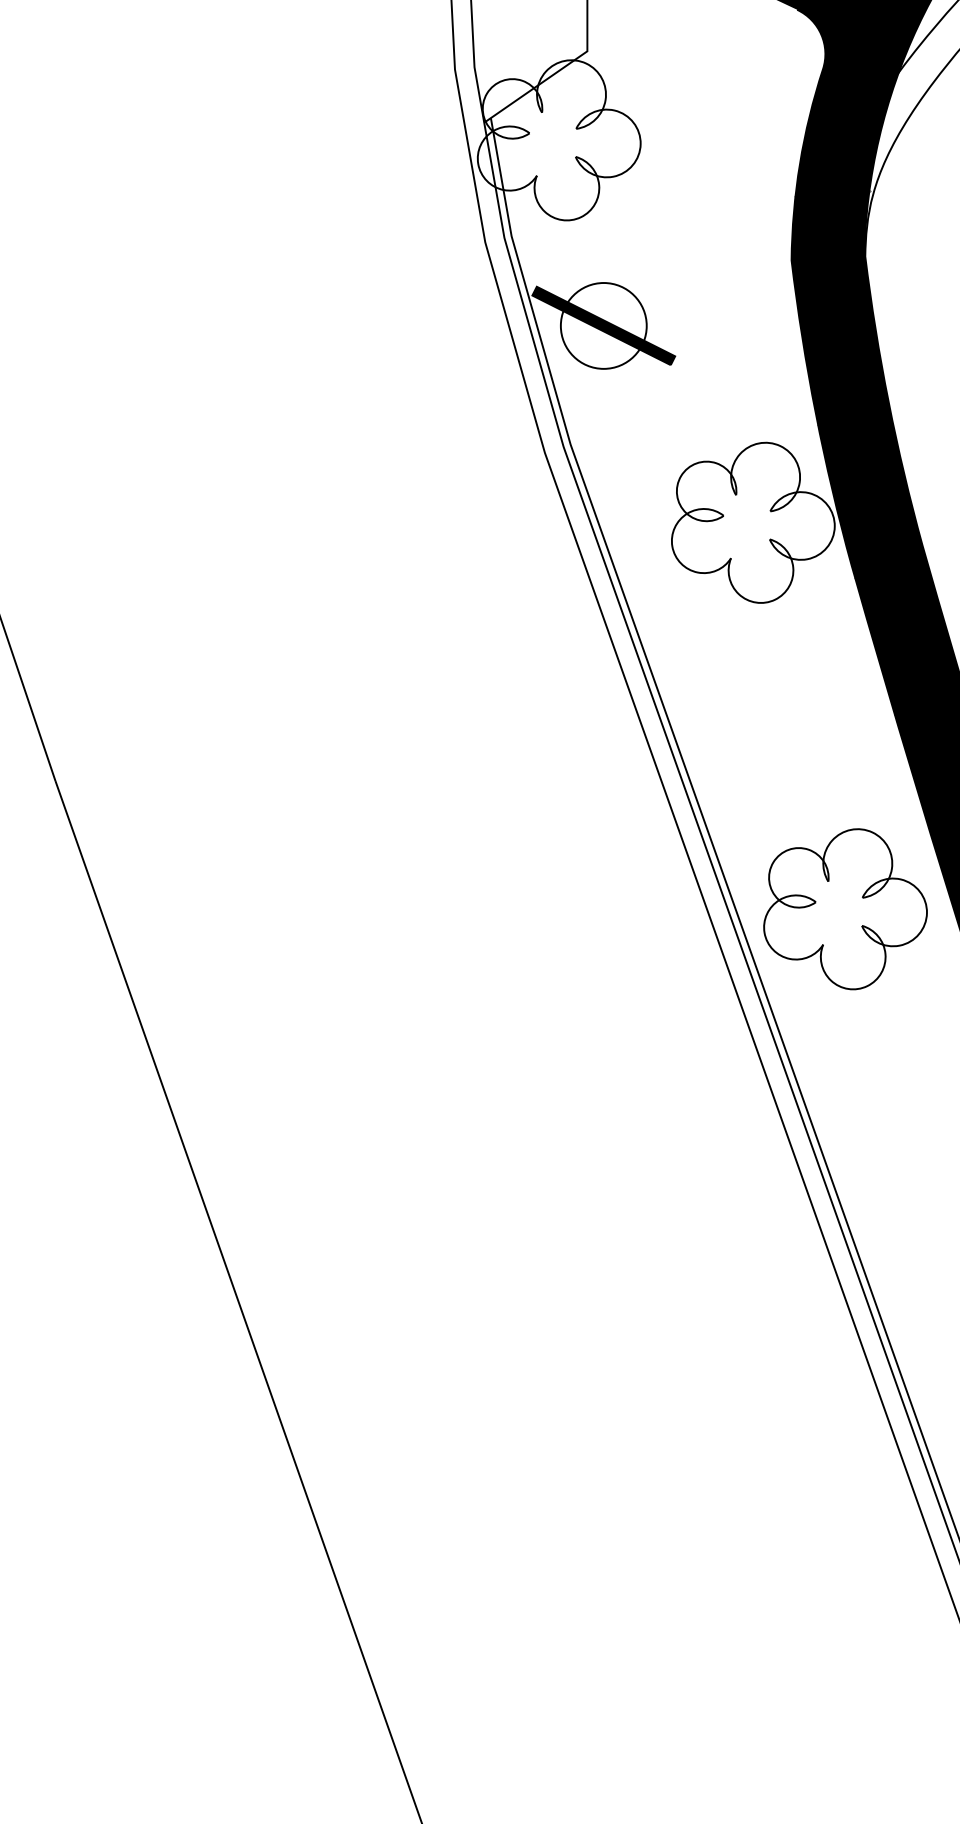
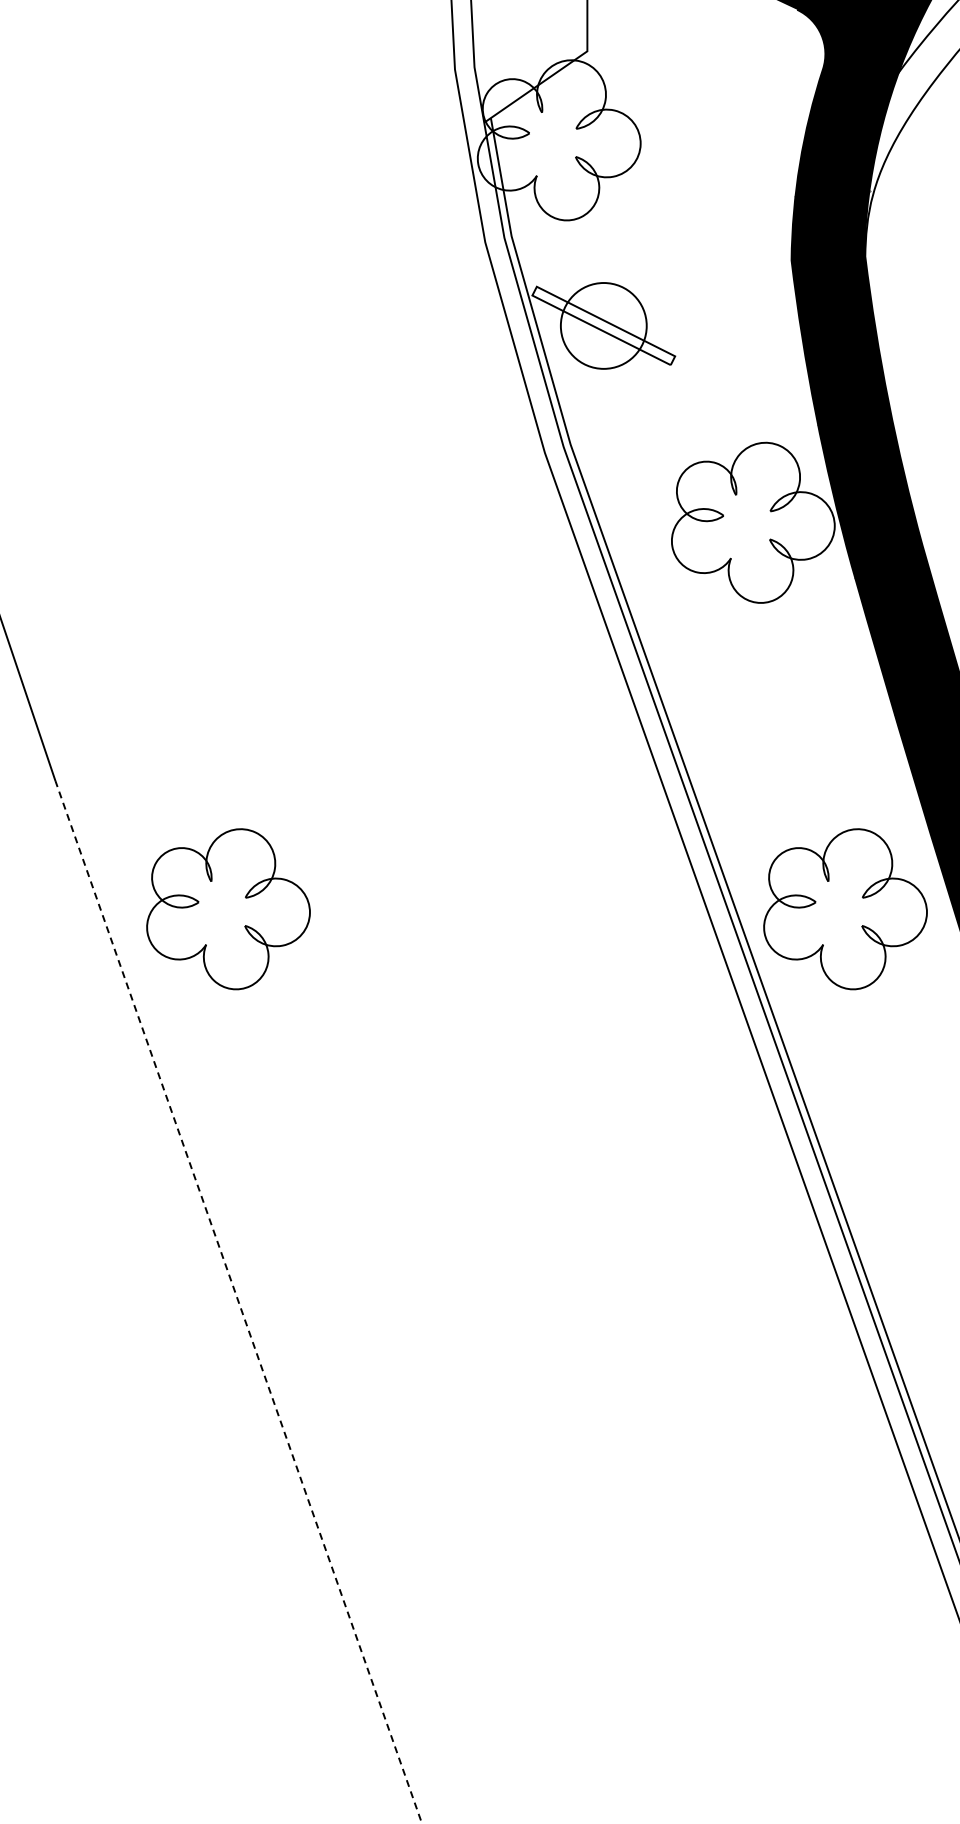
fill at (603, 325): present -> none
part at (228, 909): none -> present
line at (238, 1301): solid -> dashed
